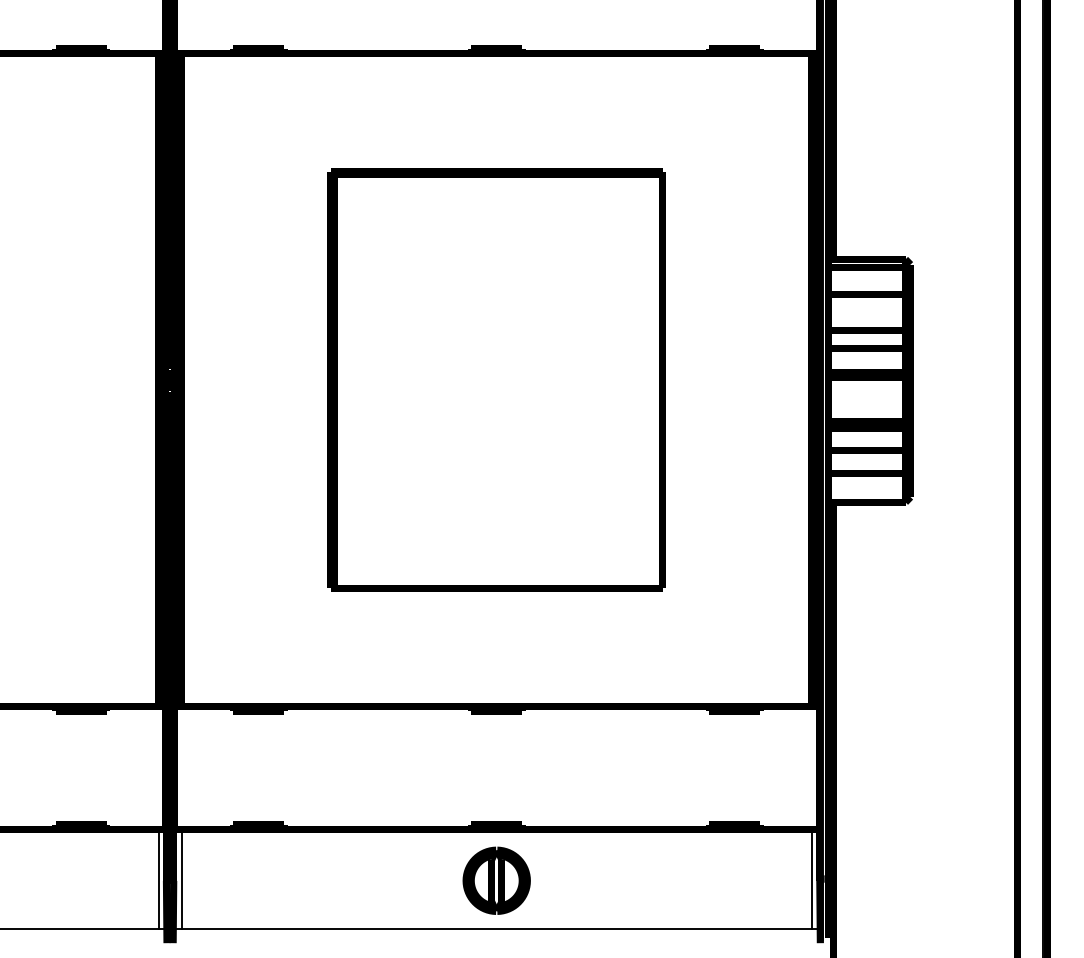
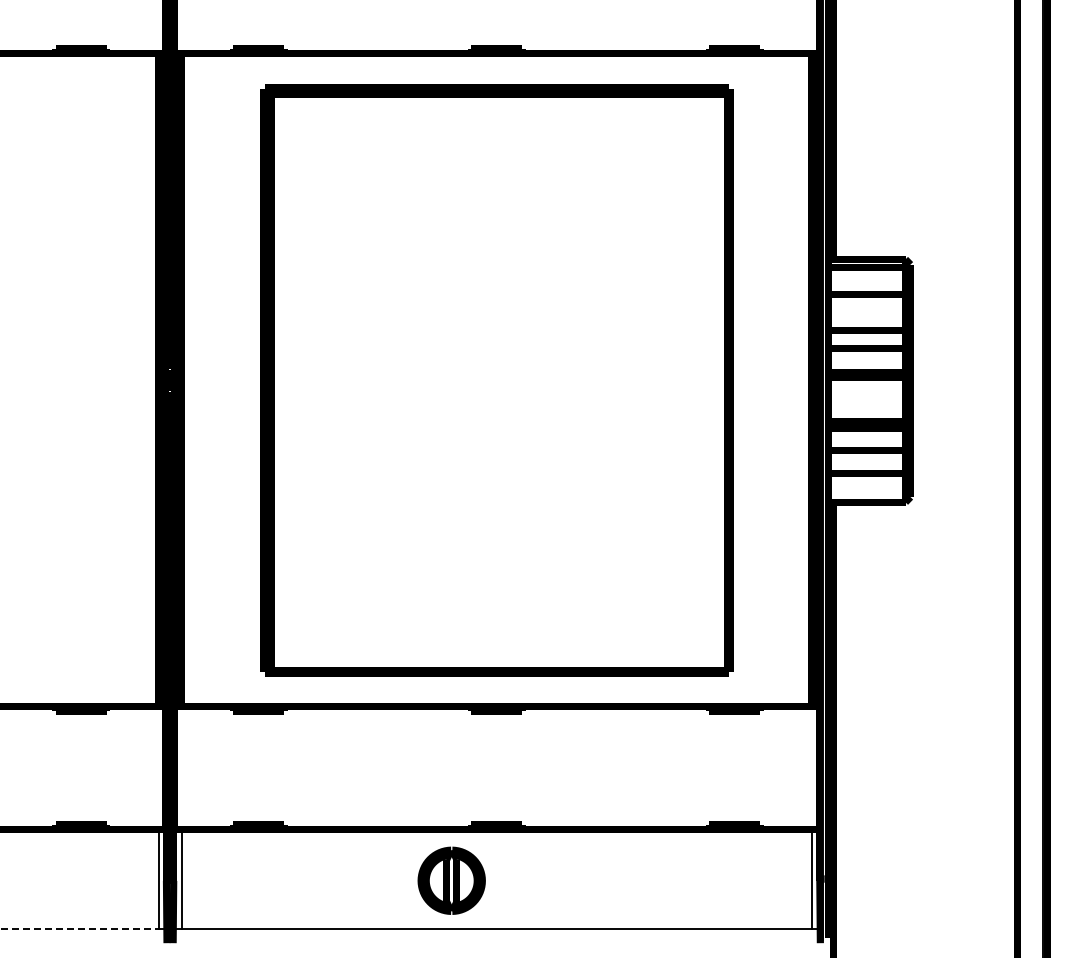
part at (496, 379) size: 339x424 px -> 474x593 px
part at (496, 880) position: (496, 880) -> (451, 880)
line at (79, 929): solid -> dashed
